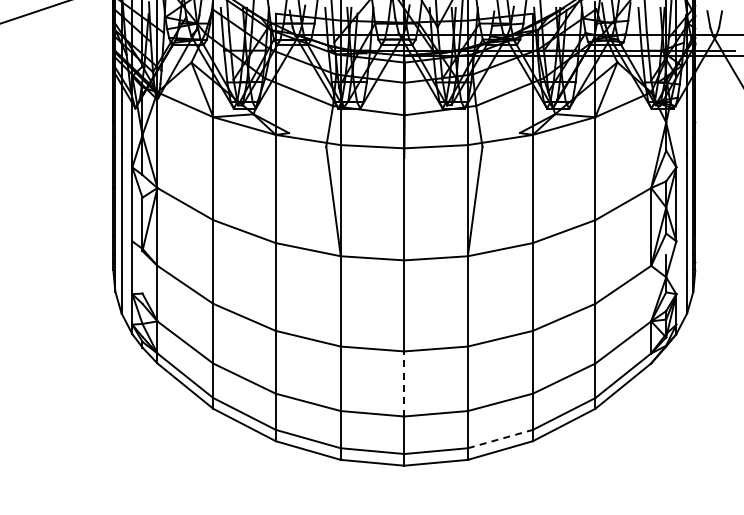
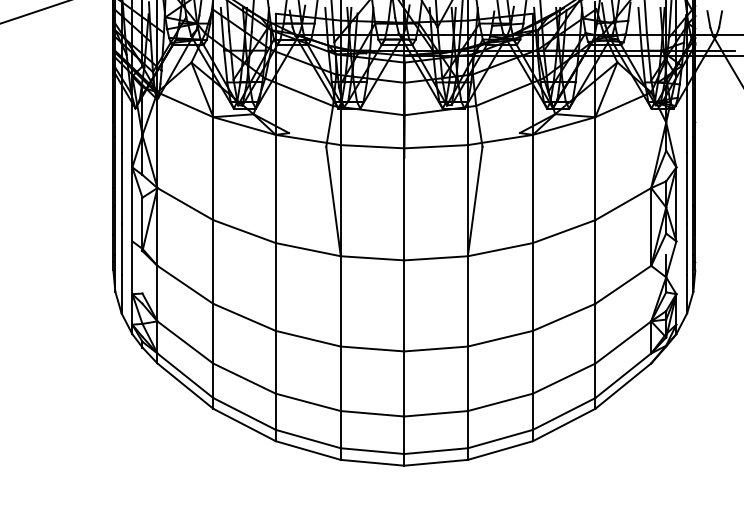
line at (404, 383): dashed -> solid
line at (500, 439): dashed -> solid
